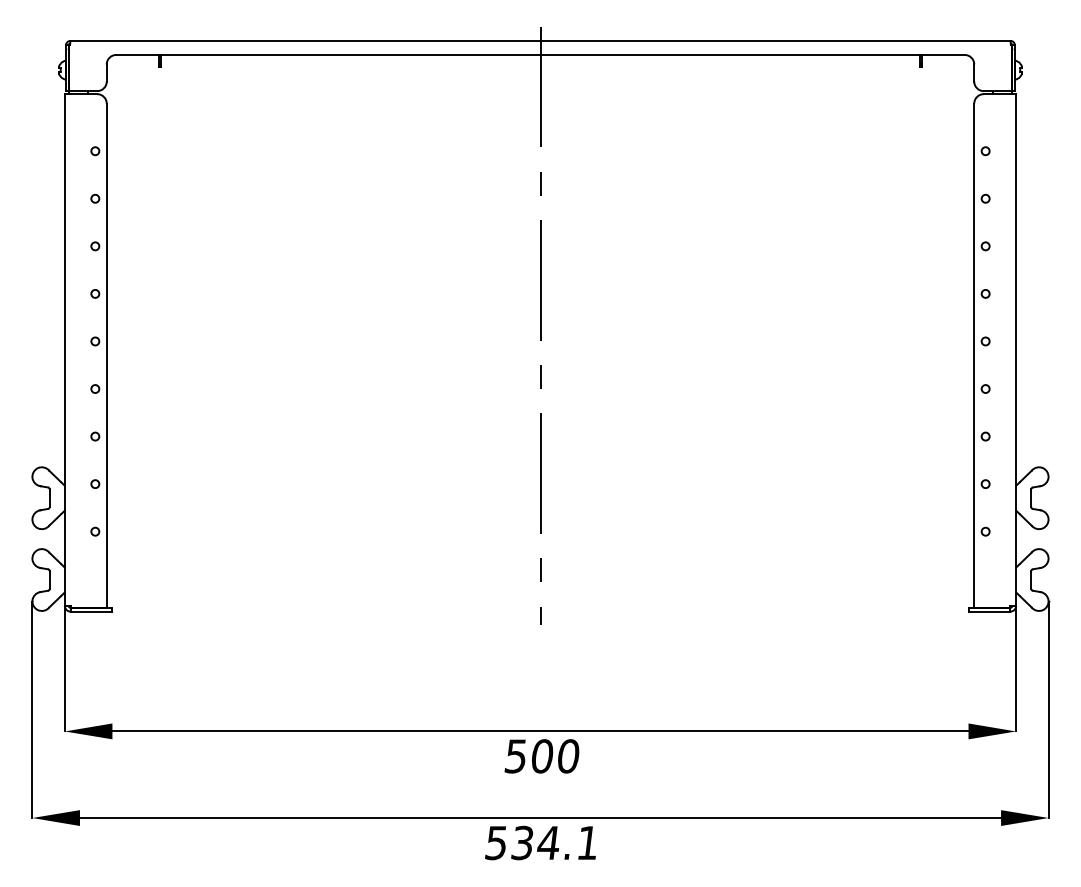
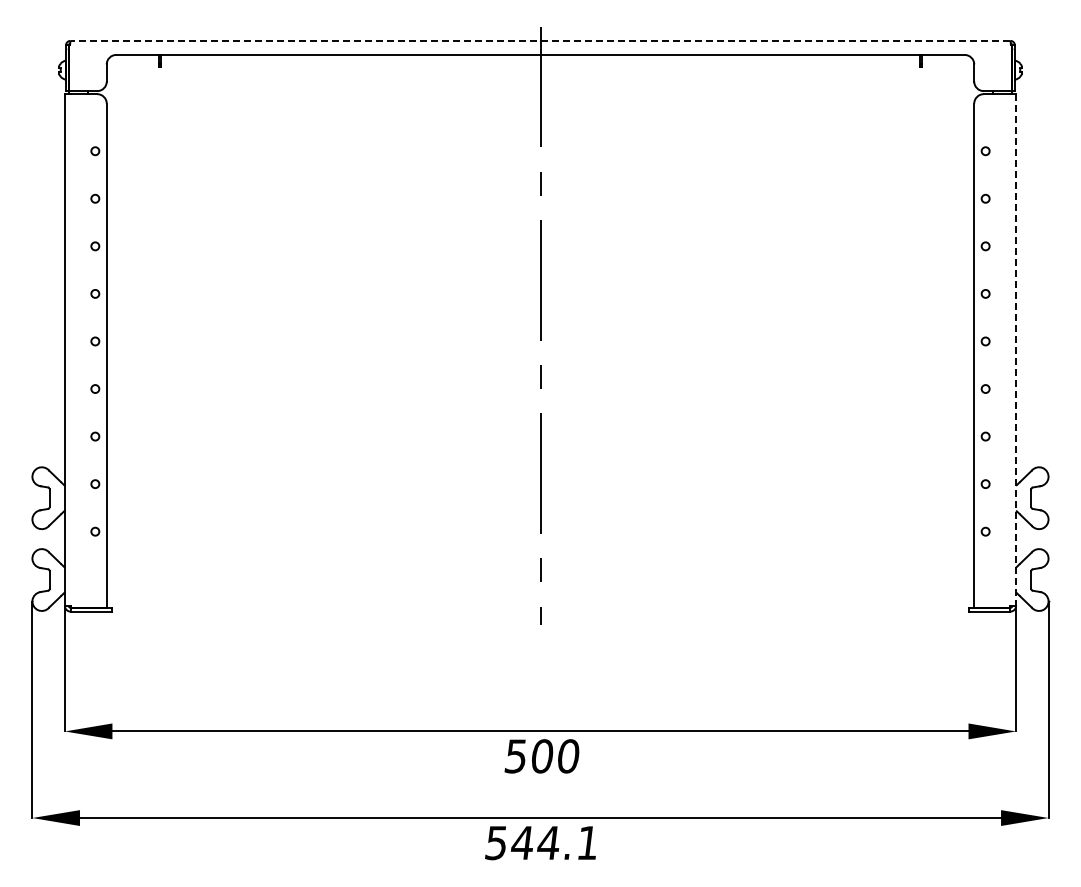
line at (540, 40): solid -> dashed
line at (1016, 350): solid -> dashed
text at (521, 842): 534.1 -> 544.1
